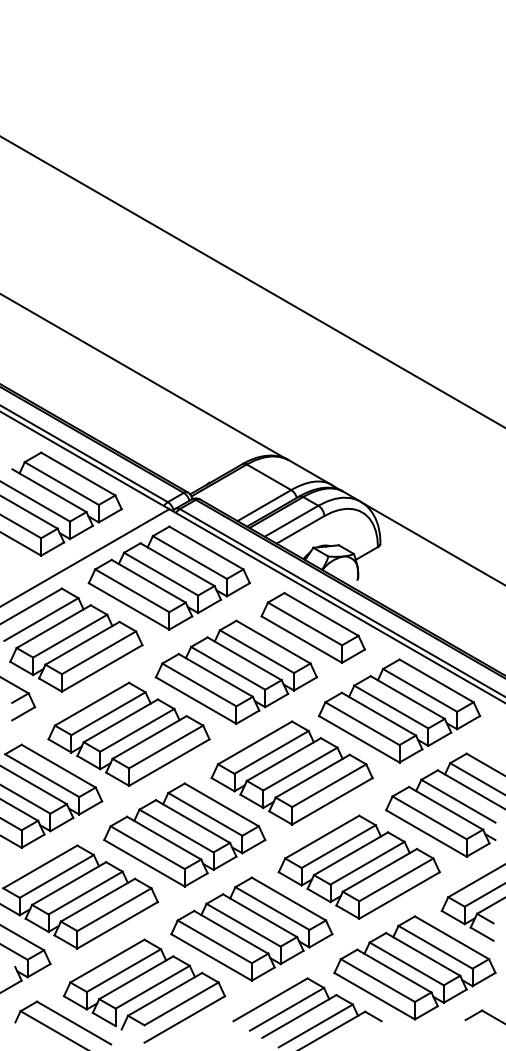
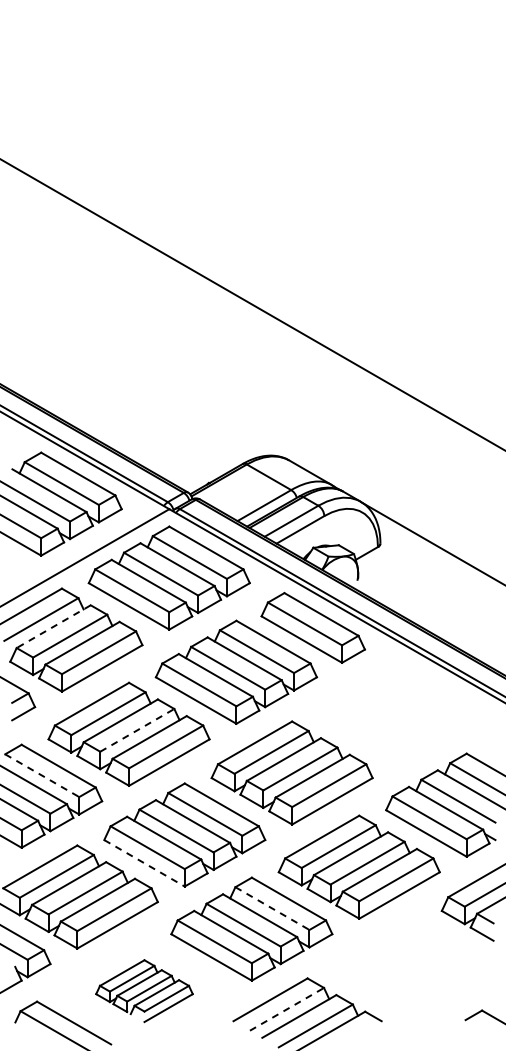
line at (252, 281) position: (252, 281) -> (252, 304)
line at (144, 377): present -> none
line at (53, 626): solid -> dashed
part at (399, 710): present -> none
line at (137, 730): solid -> dashed
line at (42, 775): solid -> dashed
line at (144, 863): solid -> dashed
line at (272, 908): solid -> dashed
part at (414, 967): present -> none
part at (144, 990) size: 165x106 px -> 99x65 px
line at (287, 1009): solid -> dashed
